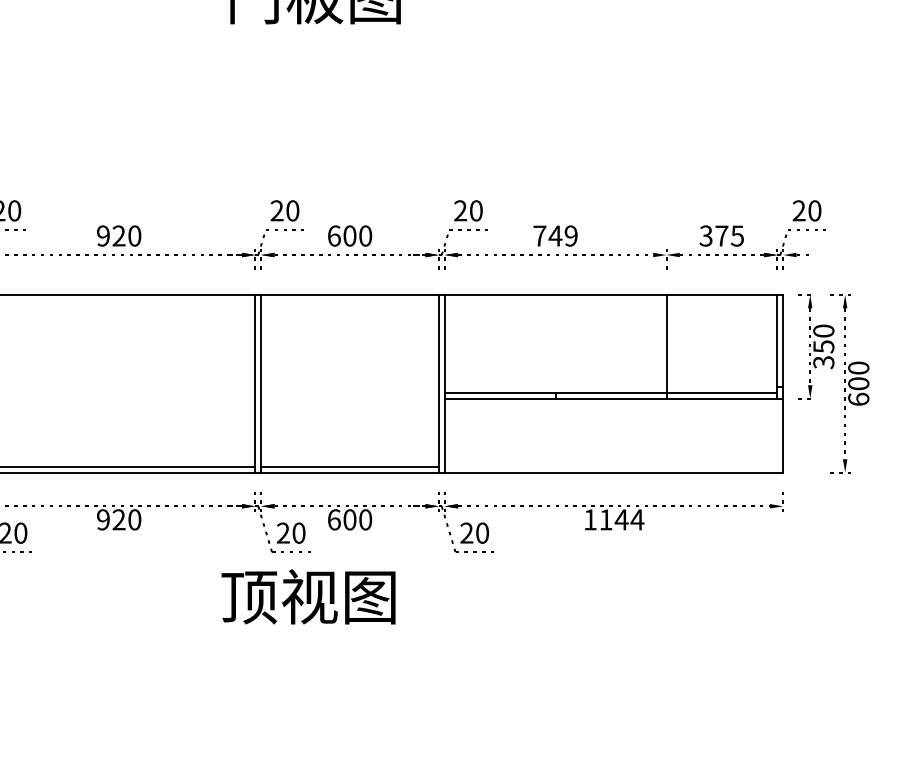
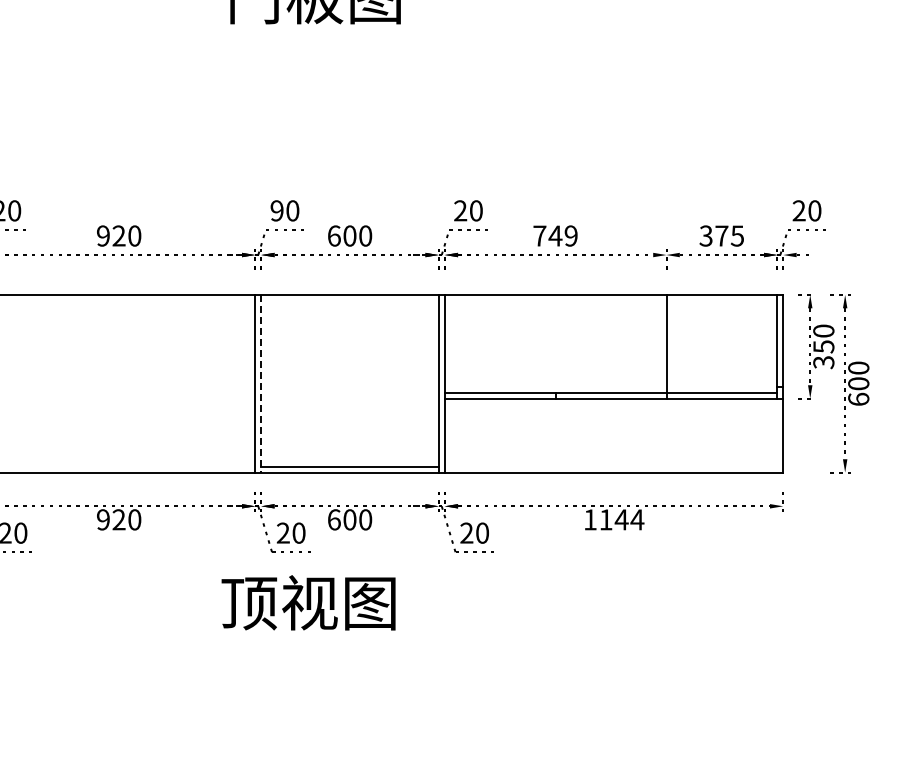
text at (276, 210): 20 -> 90
line at (261, 383): solid -> dashed
line at (128, 466): present -> none
text at (308, 596) position: (308, 596) -> (308, 602)
